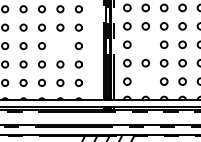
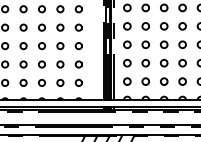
circle at (145, 44): none -> present
circle at (60, 46): none -> present
circle at (145, 81): none -> present
